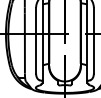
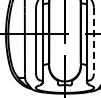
line at (93, 40): solid -> dashed
